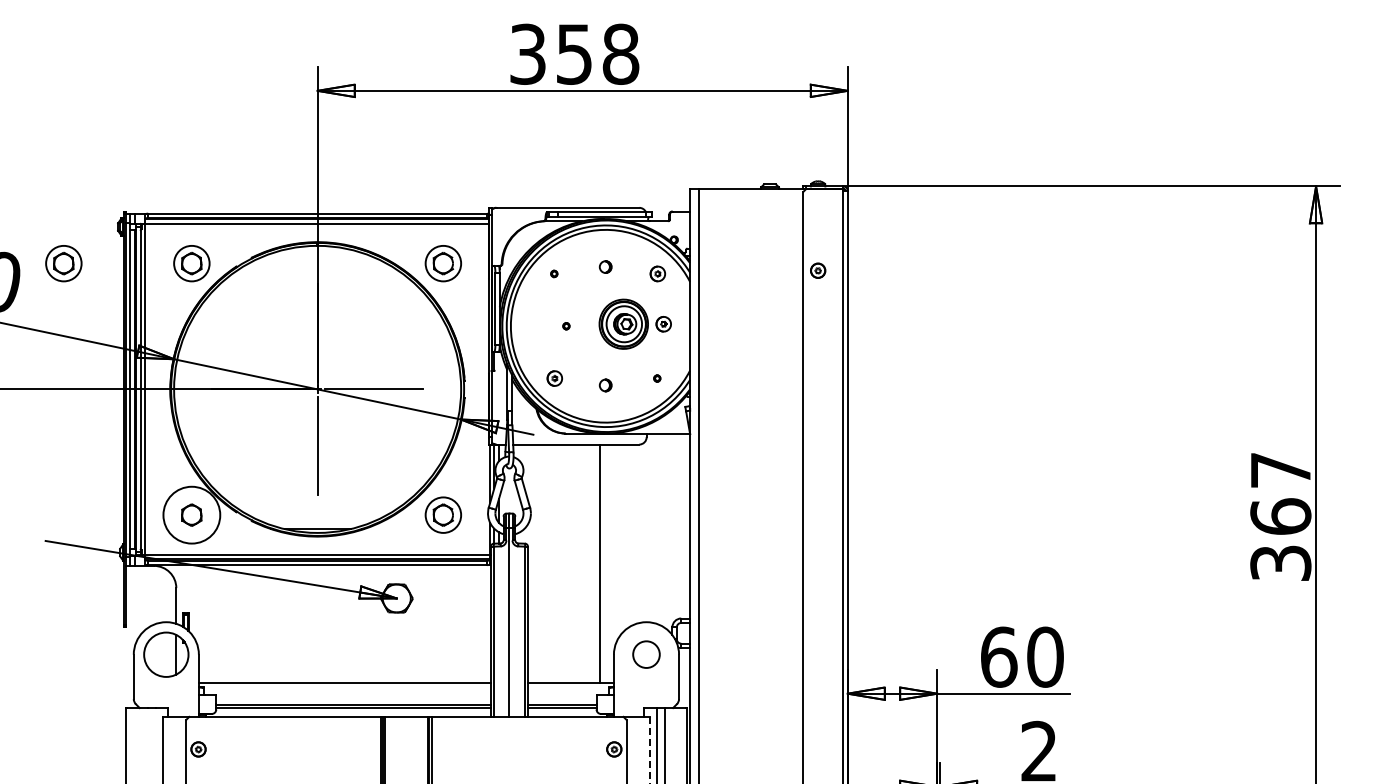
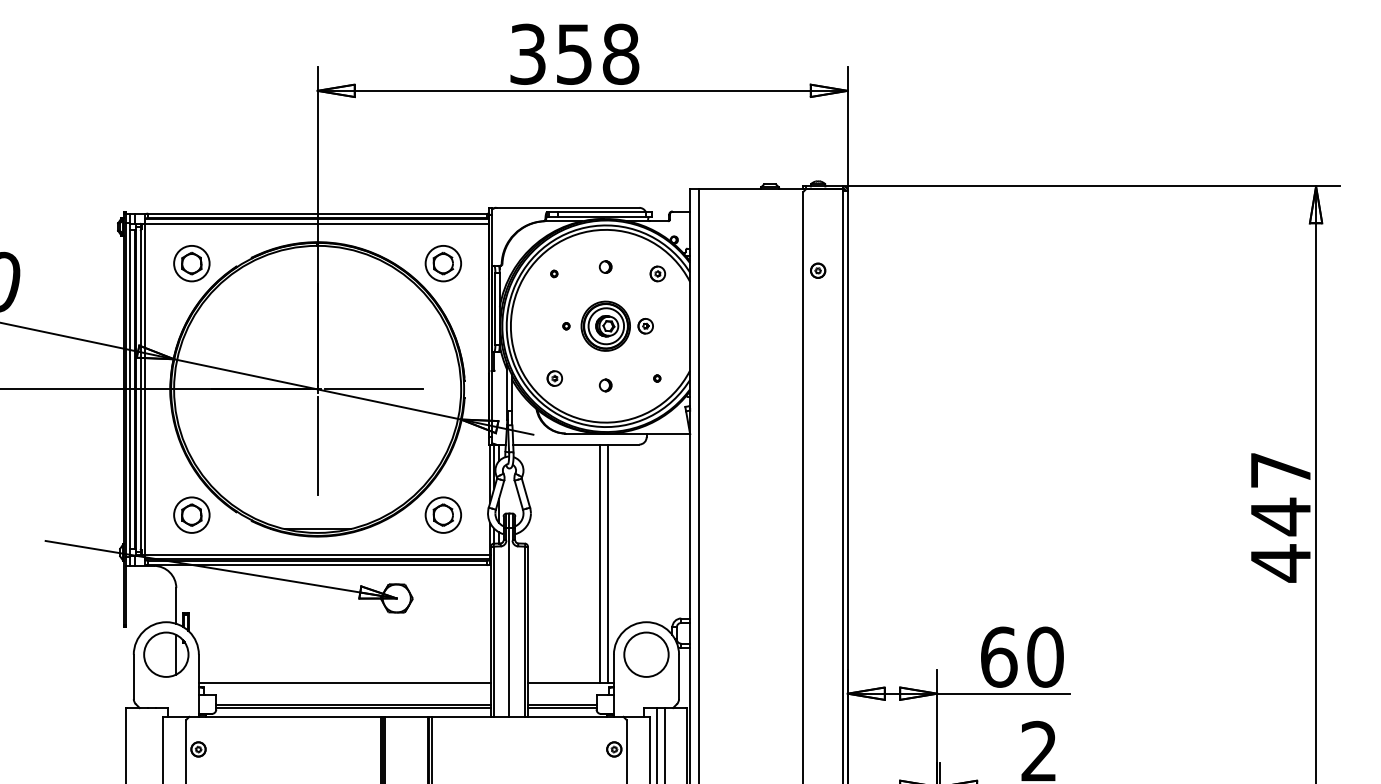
part at (63, 263): present -> none
part at (634, 323) position: (634, 323) -> (616, 325)
circle at (191, 514) diameter: 57 px -> 36 px
text at (1280, 539): 367 -> 447
line at (608, 563): none -> present
circle at (646, 654) size: 29x29 px -> 47x47 px
line at (650, 749): dashed -> solid
